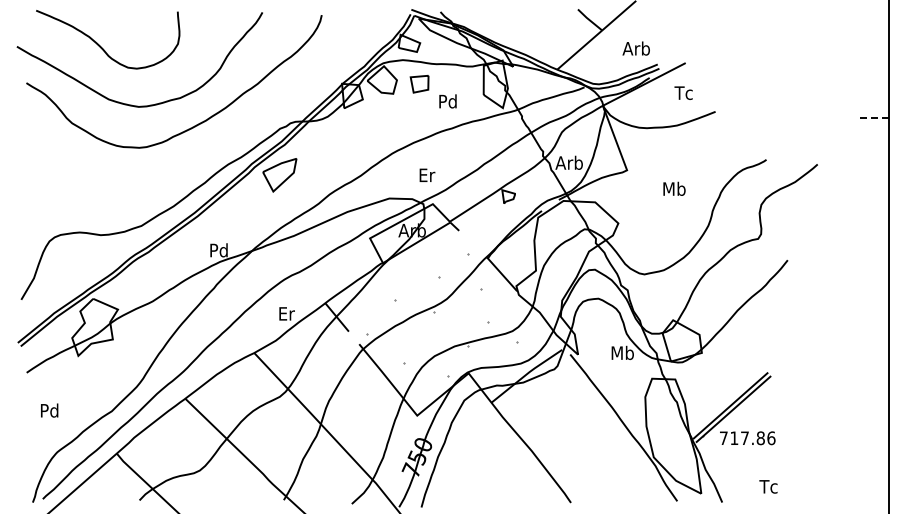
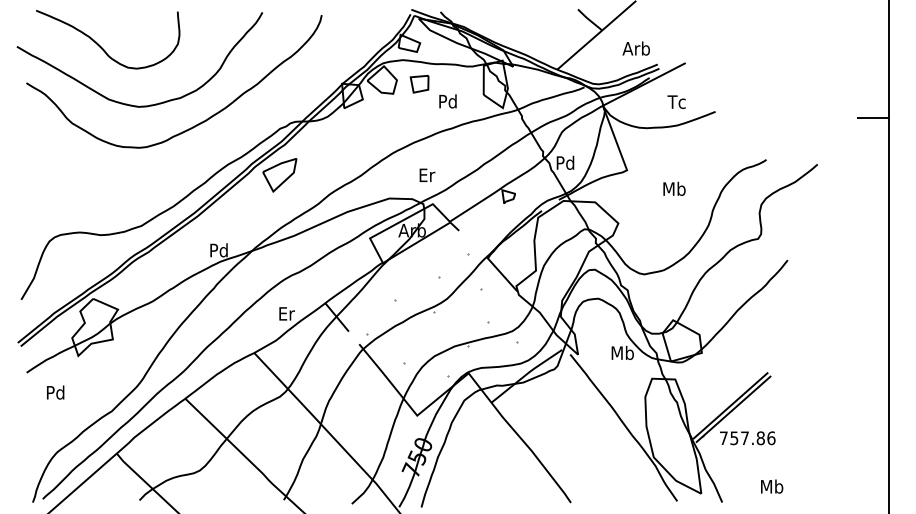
text at (683, 92) position: (683, 92) -> (676, 101)
line at (872, 118): dashed -> solid
text at (568, 162): Arb -> Pd
text at (49, 410) position: (49, 410) -> (55, 392)
text at (734, 438): 717.86 -> 757.86
text at (771, 486): Tc -> Mb
